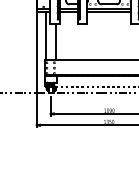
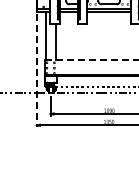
line at (91, 60): solid -> dashed
line at (36, 70): solid -> dashed
